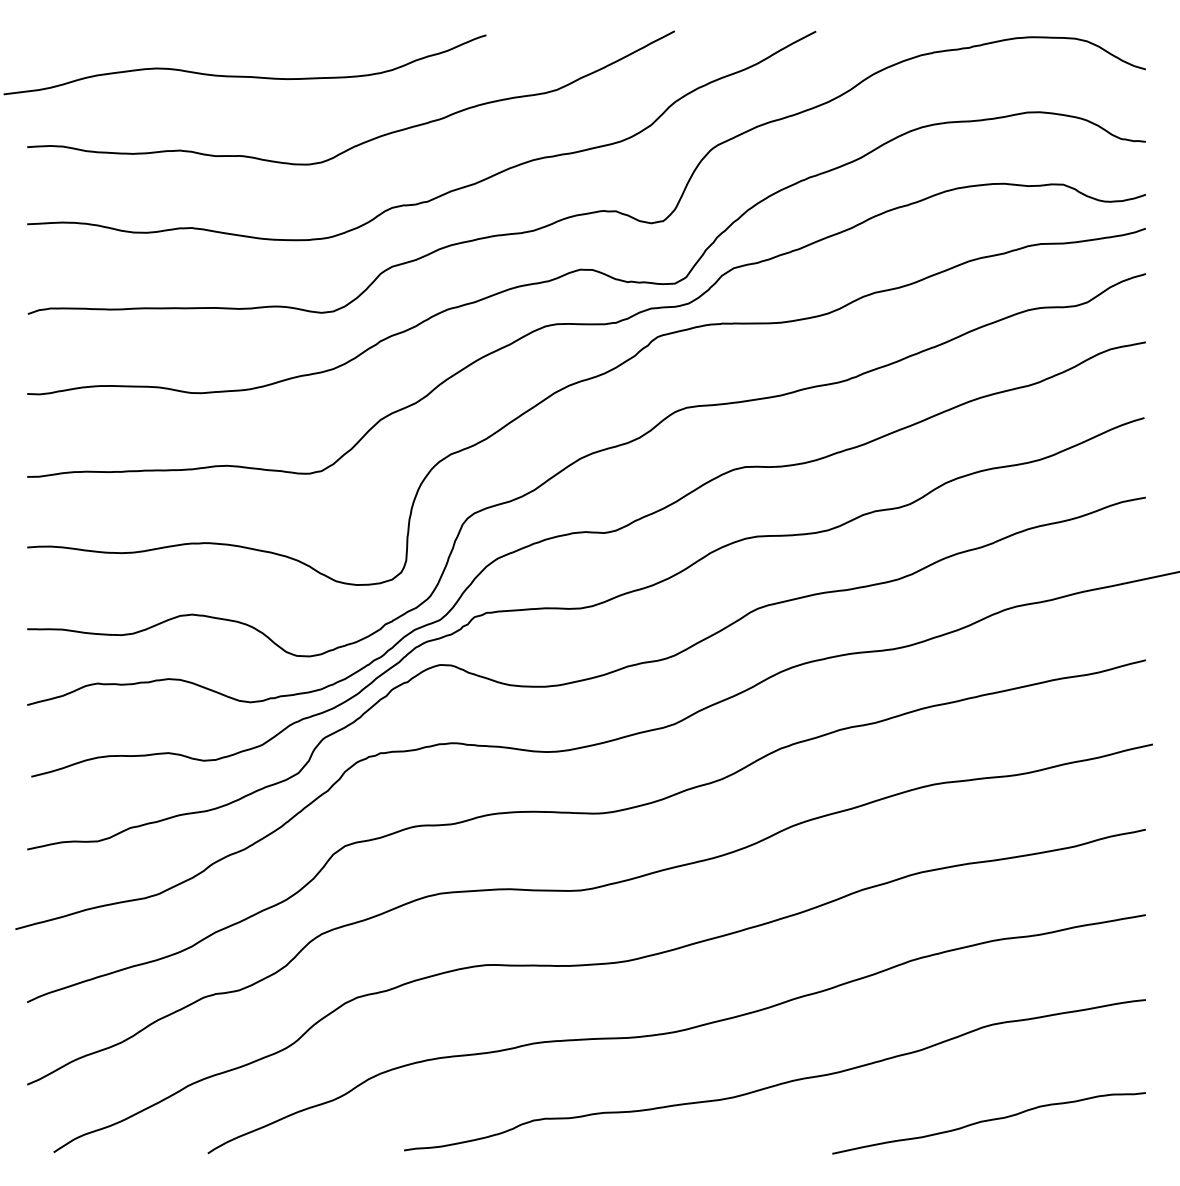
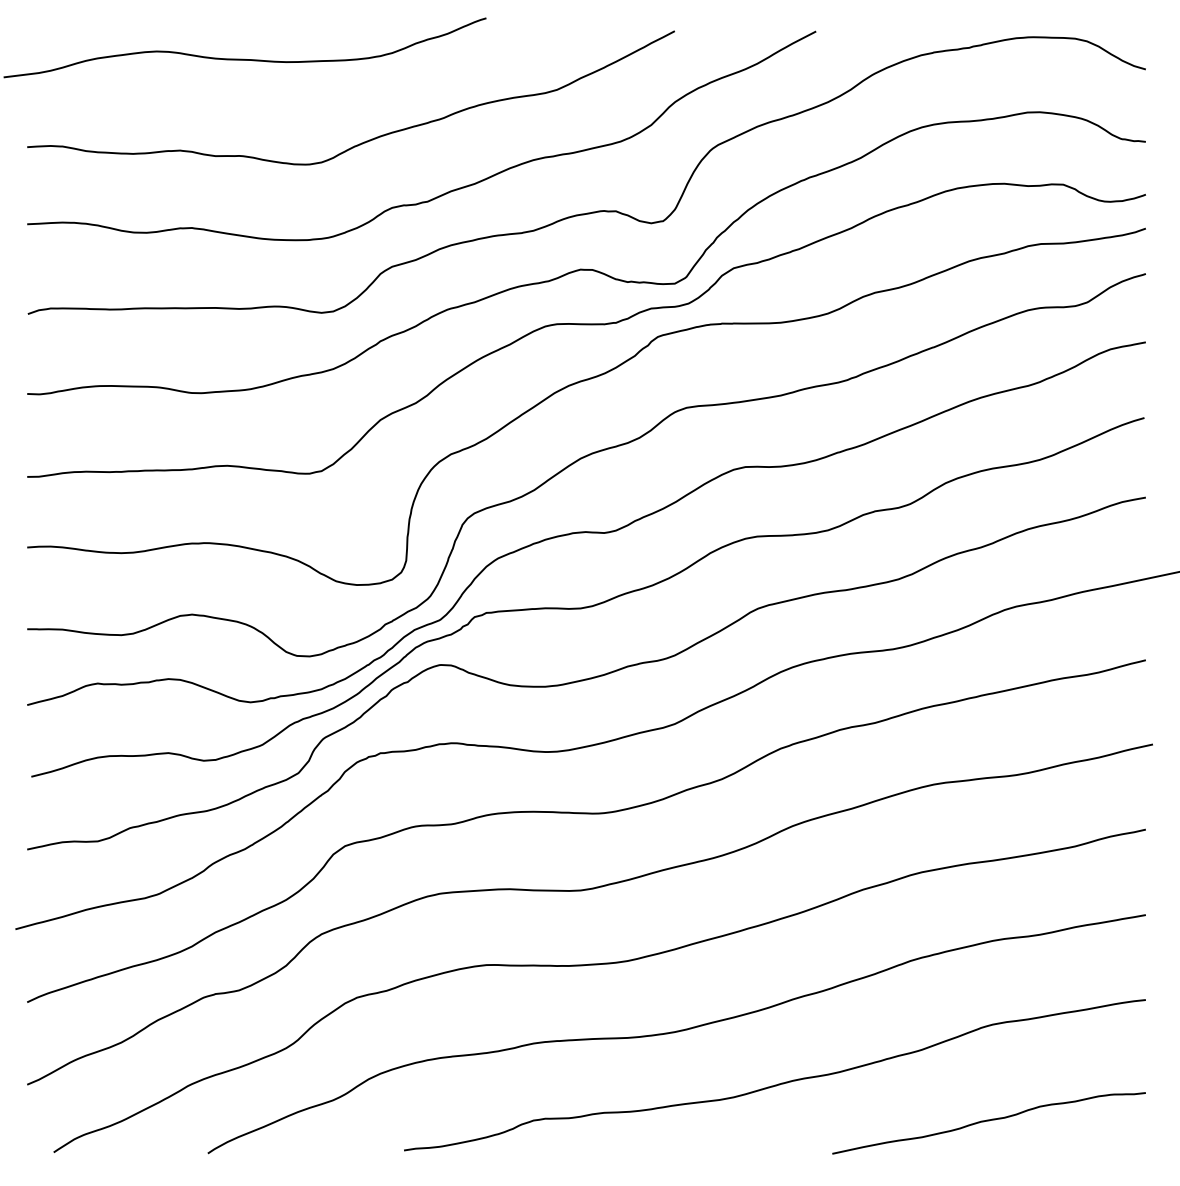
curve at (243, 75) position: (243, 75) -> (243, 58)
